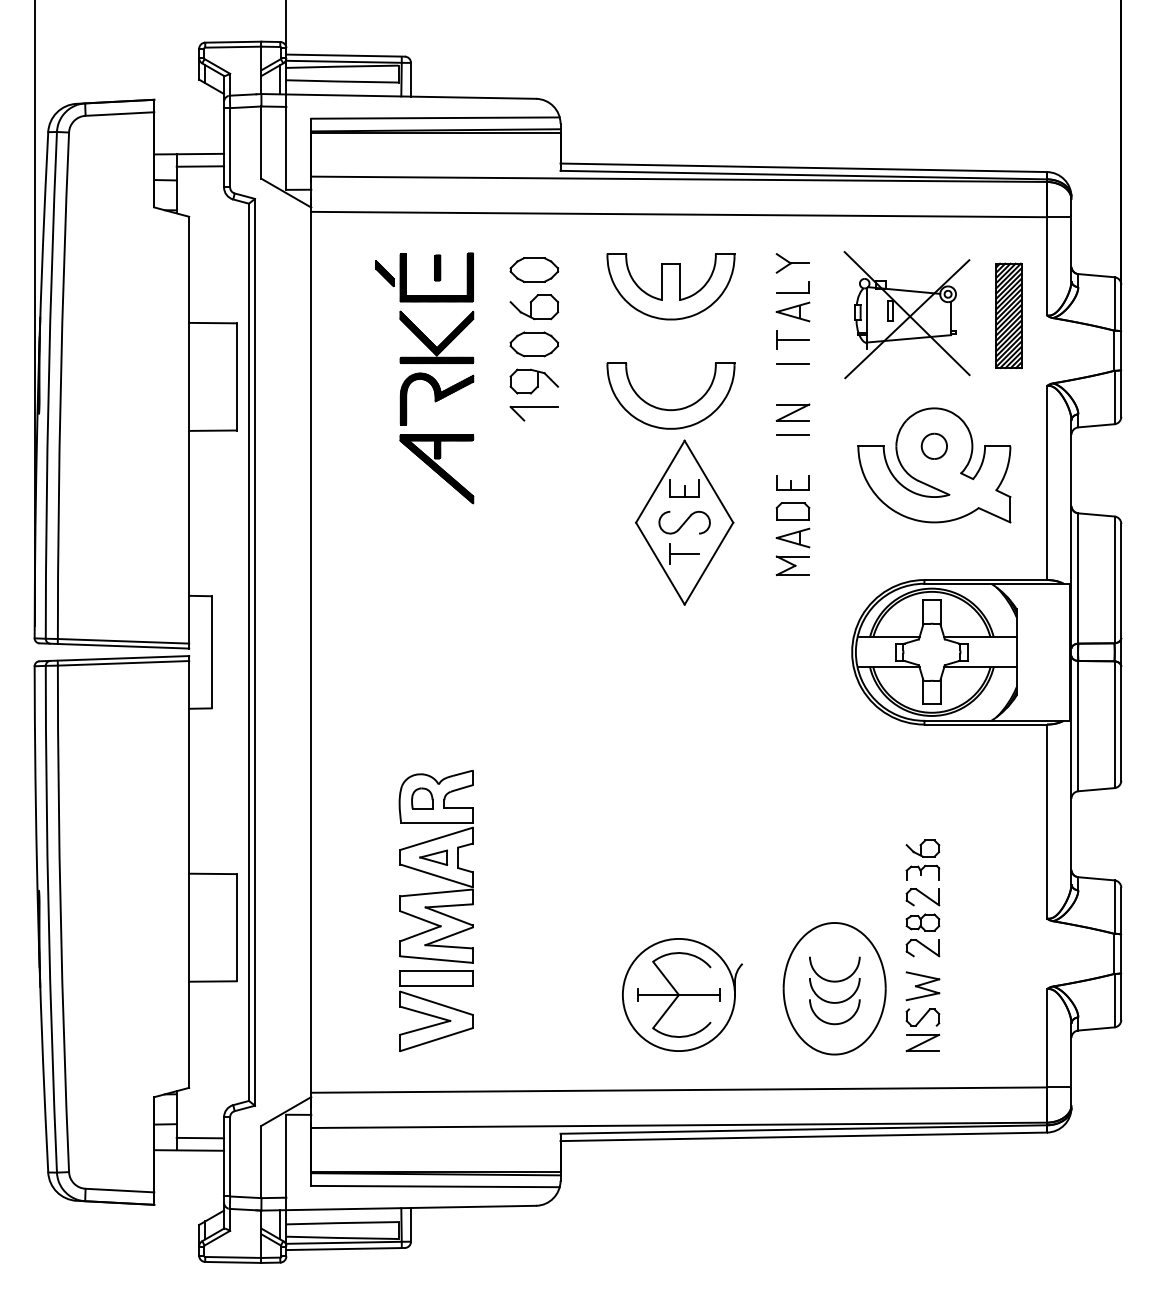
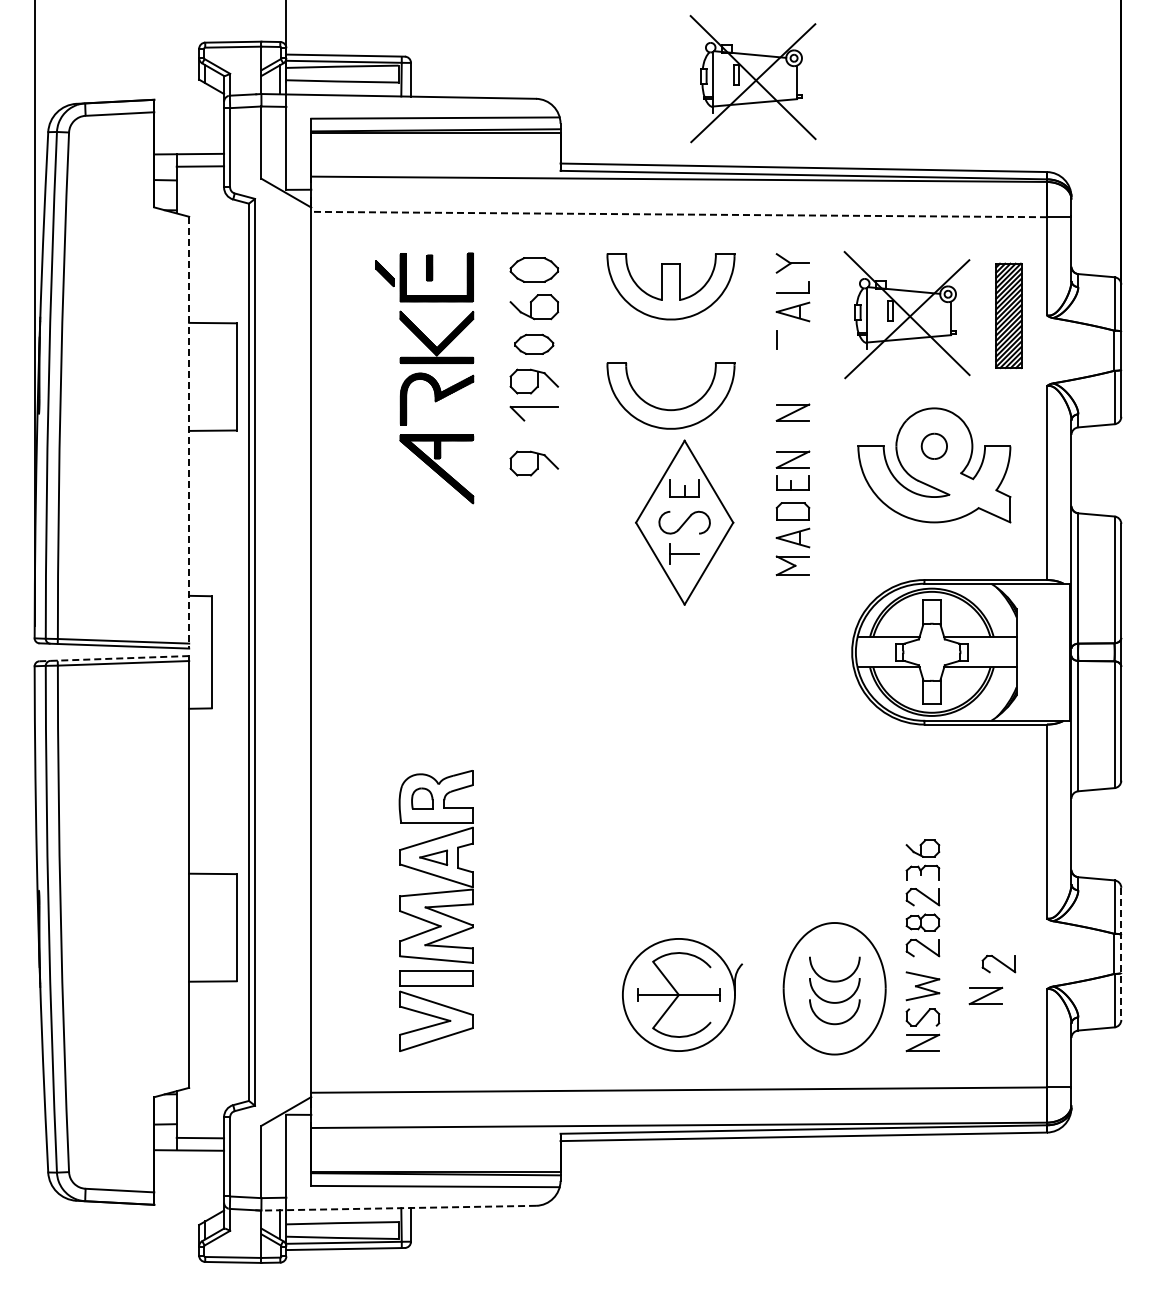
part at (752, 79): none -> present
line at (679, 214): solid -> dashed
part at (437, 267) position: (437, 267) -> (429, 267)
line at (792, 339): present -> none
part at (534, 344) size: 51x27 px -> 41x22 px
line at (792, 363): present -> none
line at (189, 432): solid -> dashed
line at (792, 435): present -> none
part at (792, 459): none -> present
part at (534, 463): none -> present
line at (114, 658): solid -> dashed
line at (1121, 954): solid -> dashed
part at (998, 963): none -> present
part at (985, 995): none -> present
line at (398, 1208): solid -> dashed
